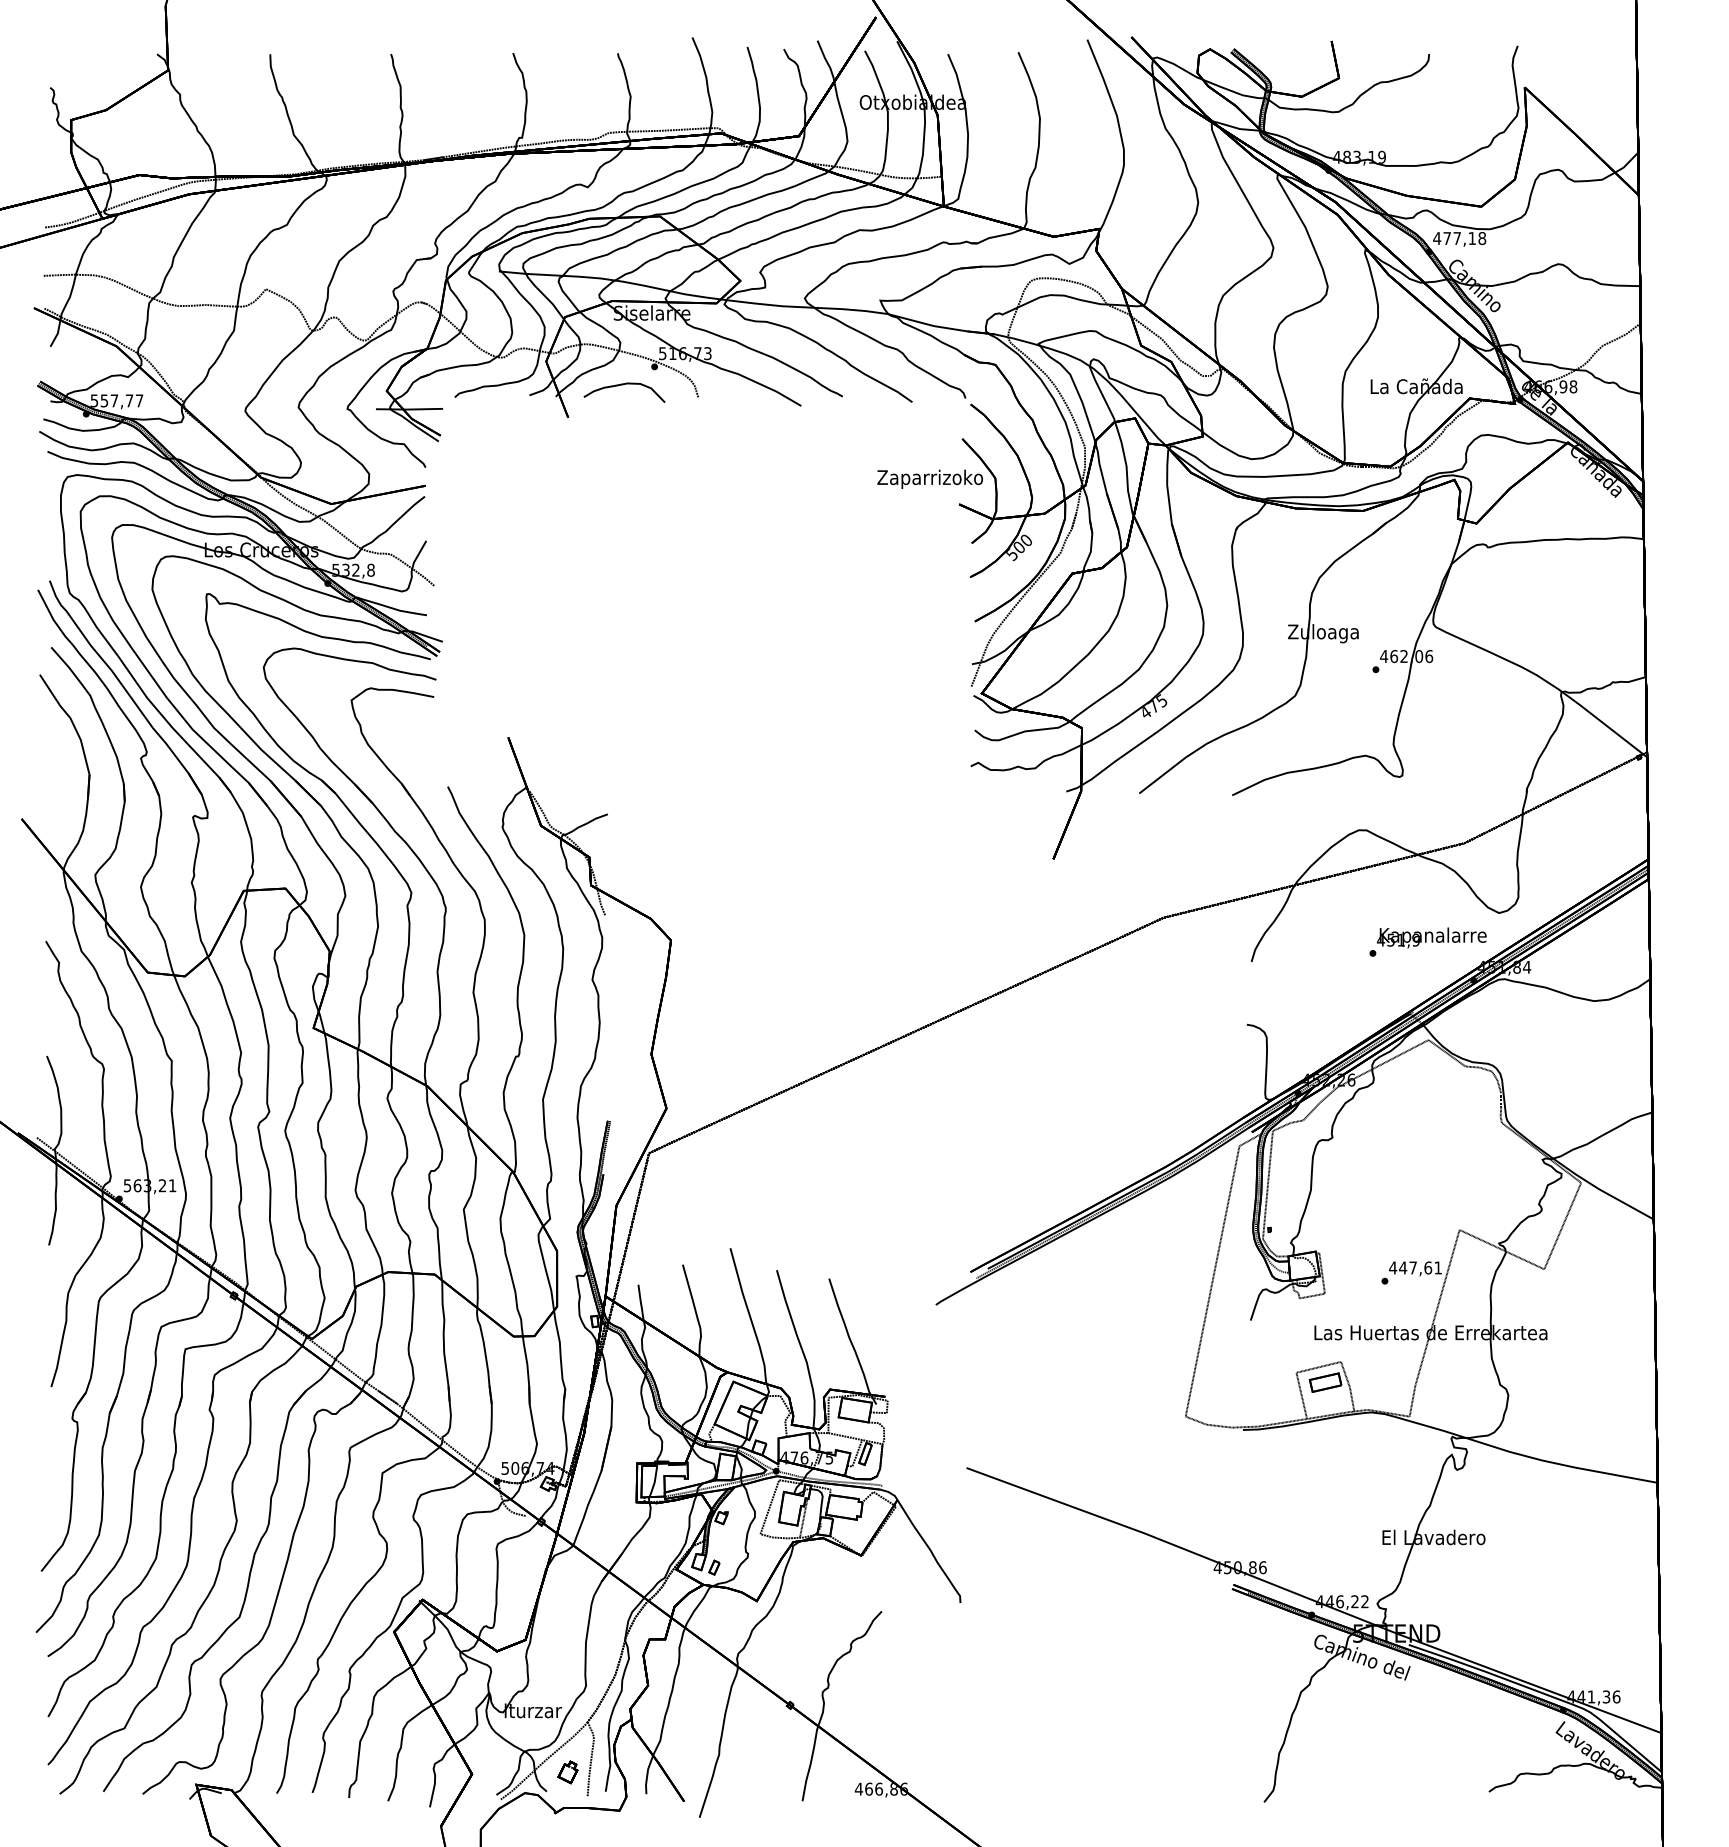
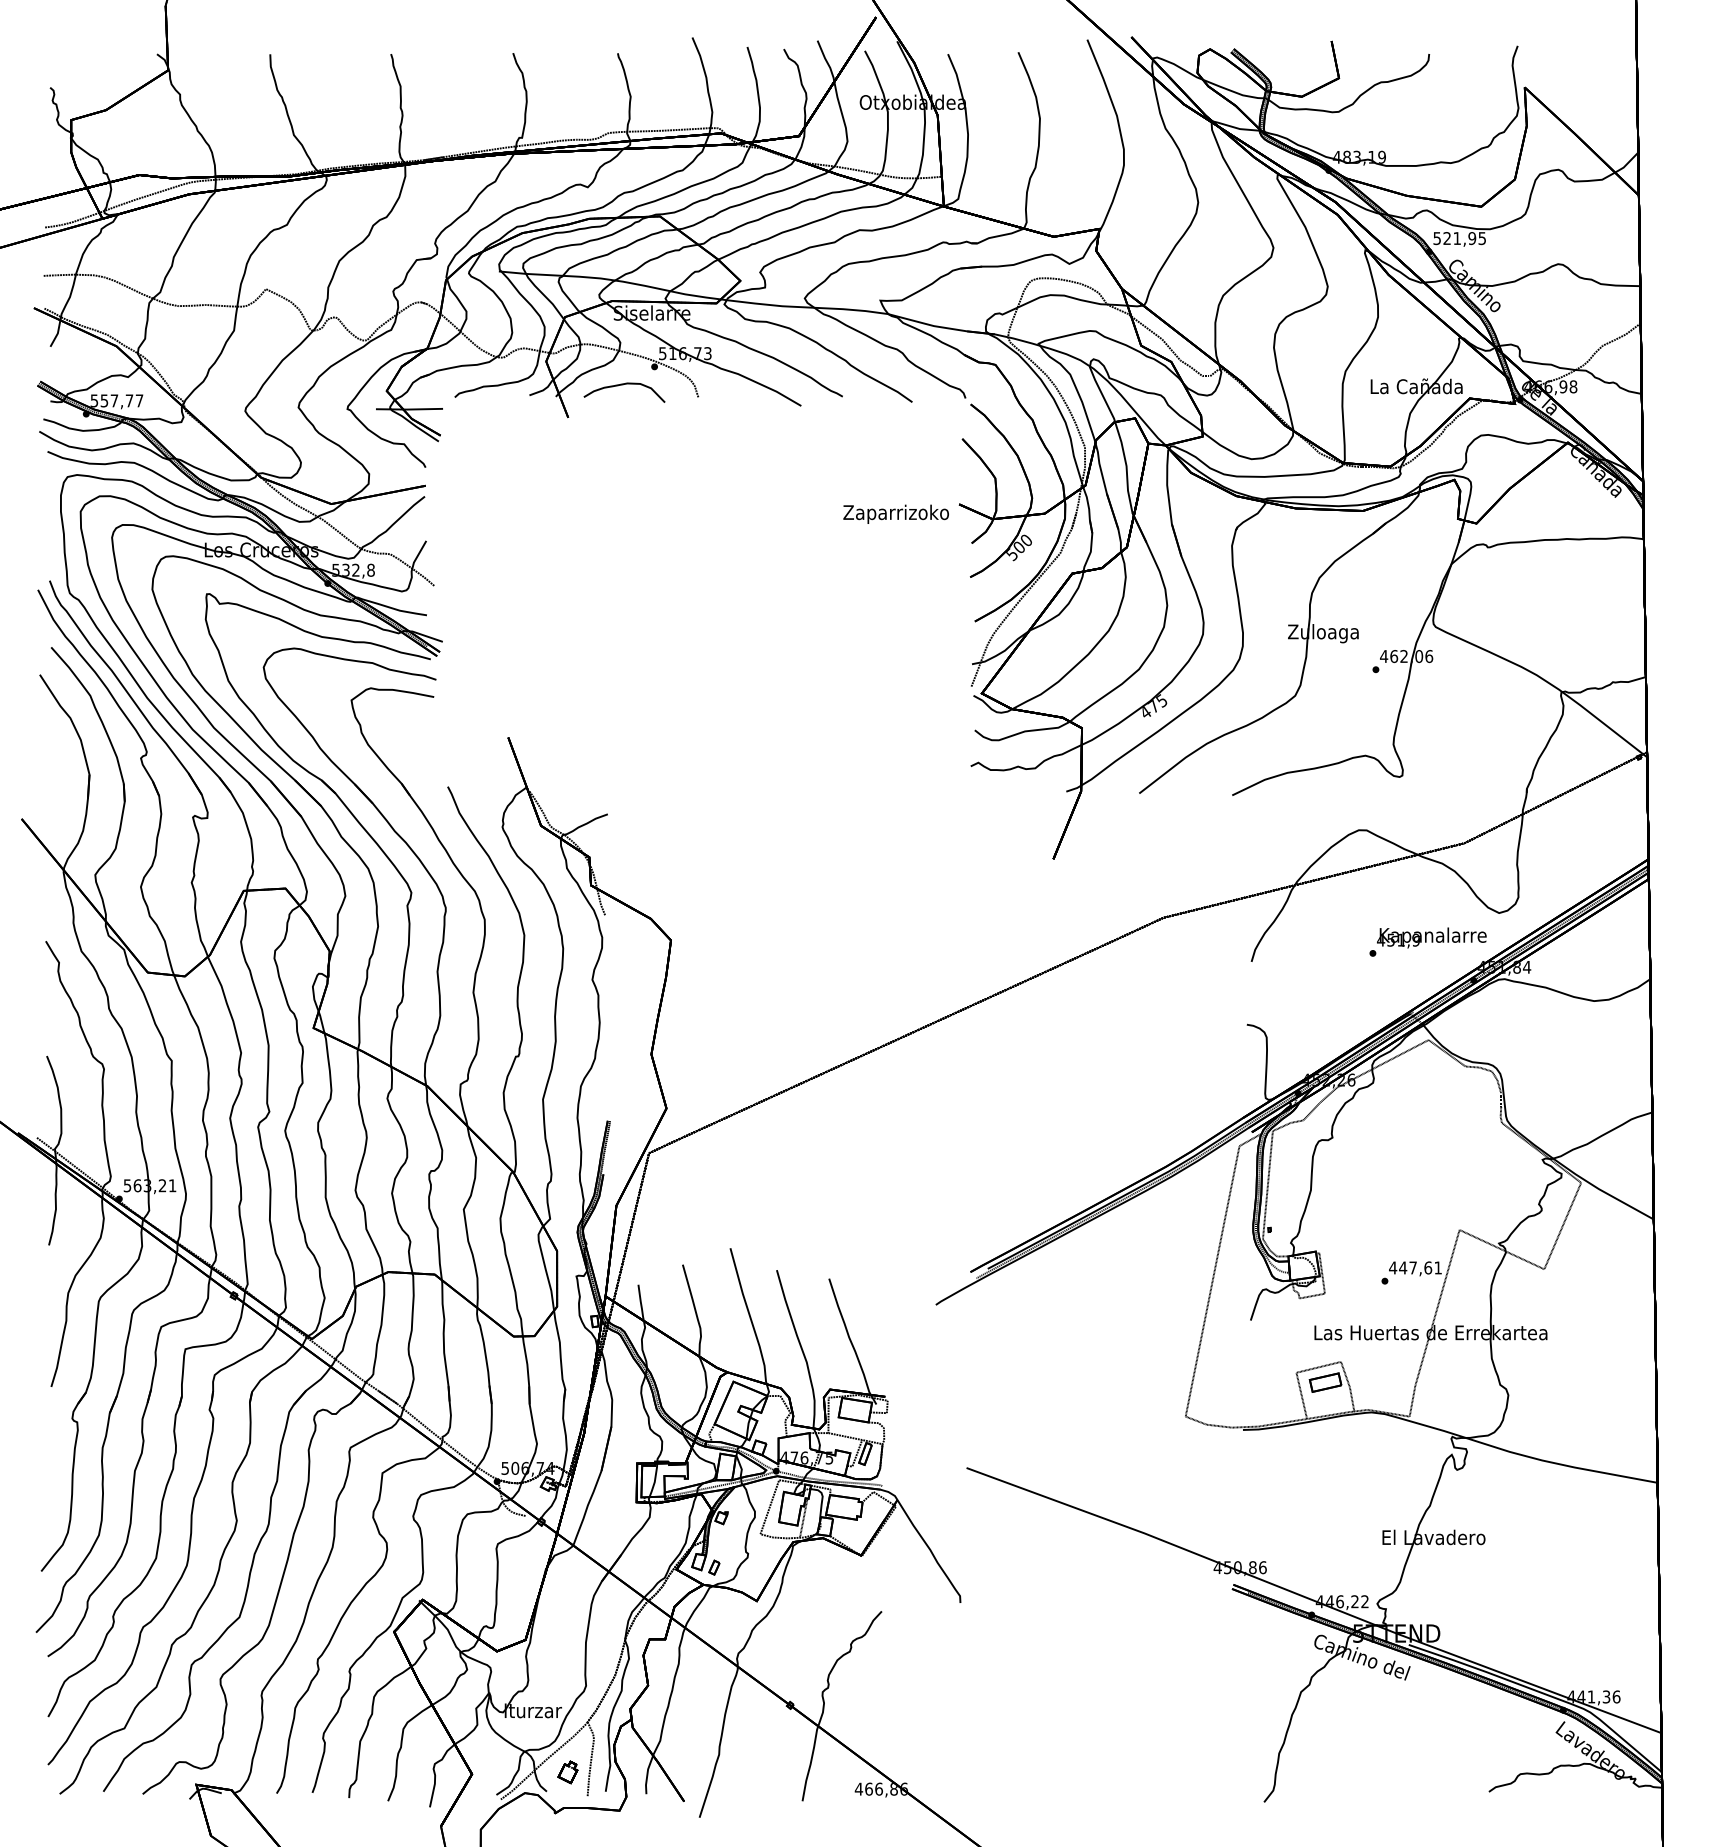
text at (1459, 238): 477,18 -> 521,95
text at (929, 478) position: (929, 478) -> (895, 513)
